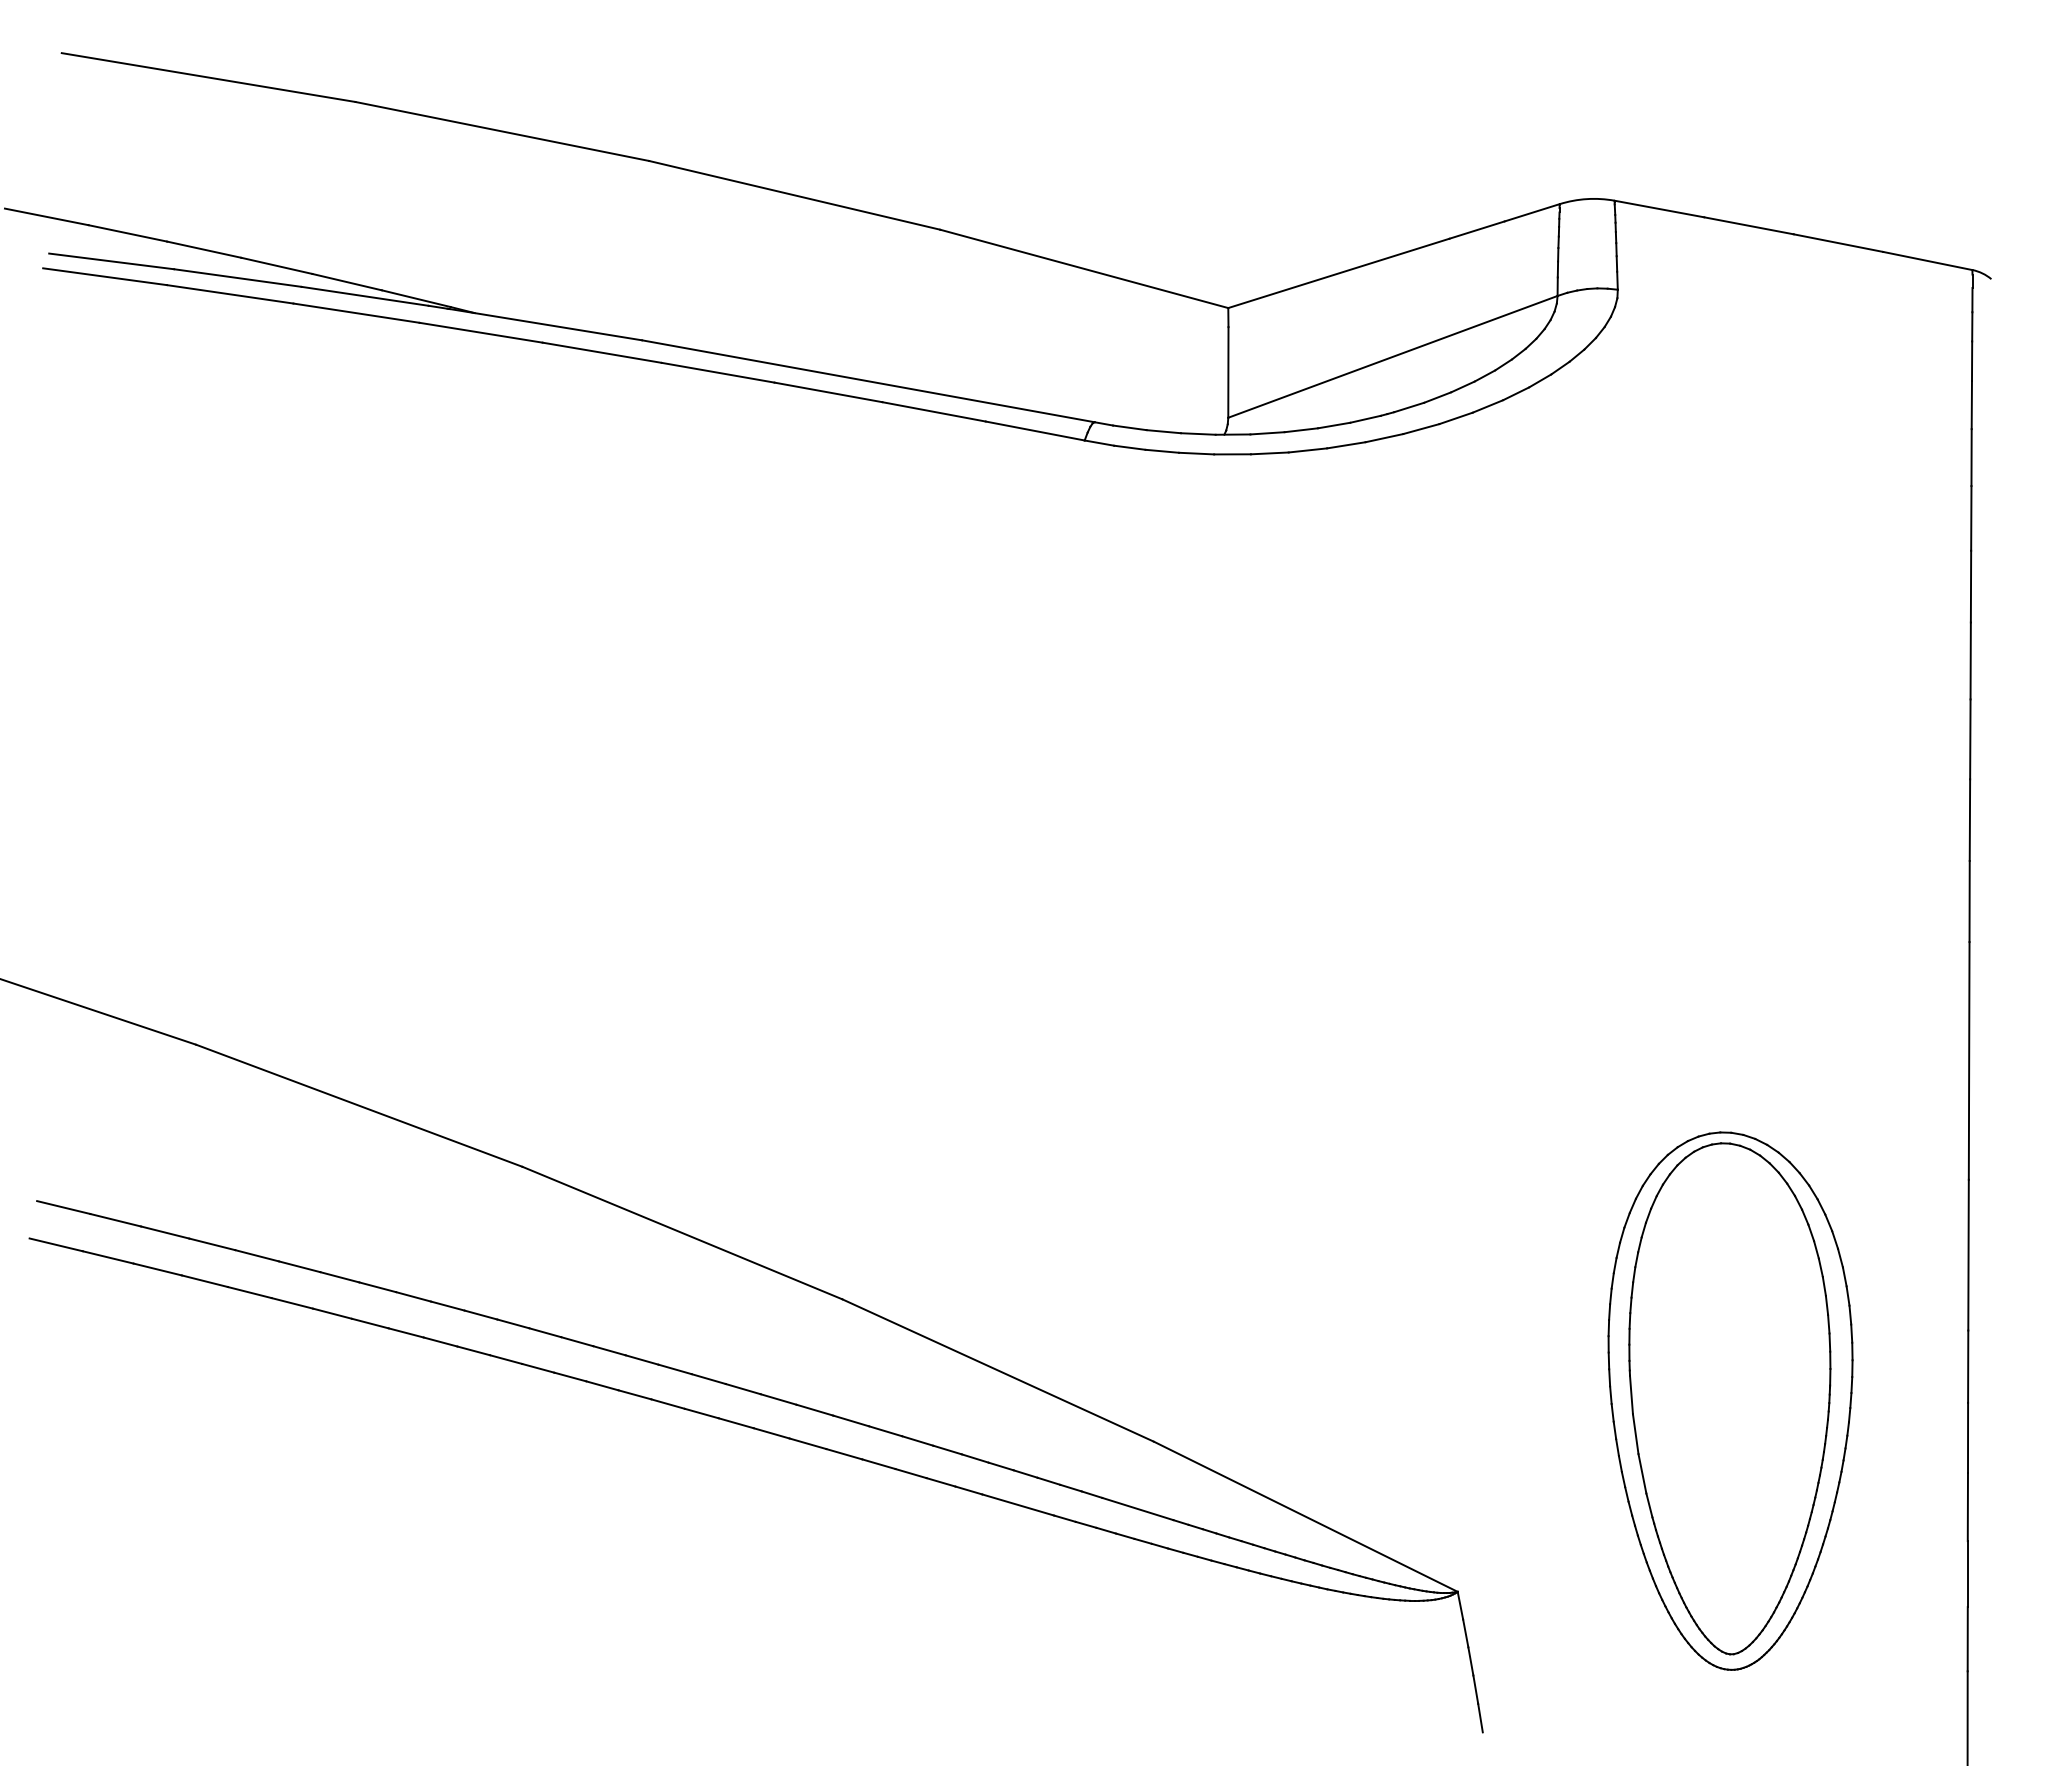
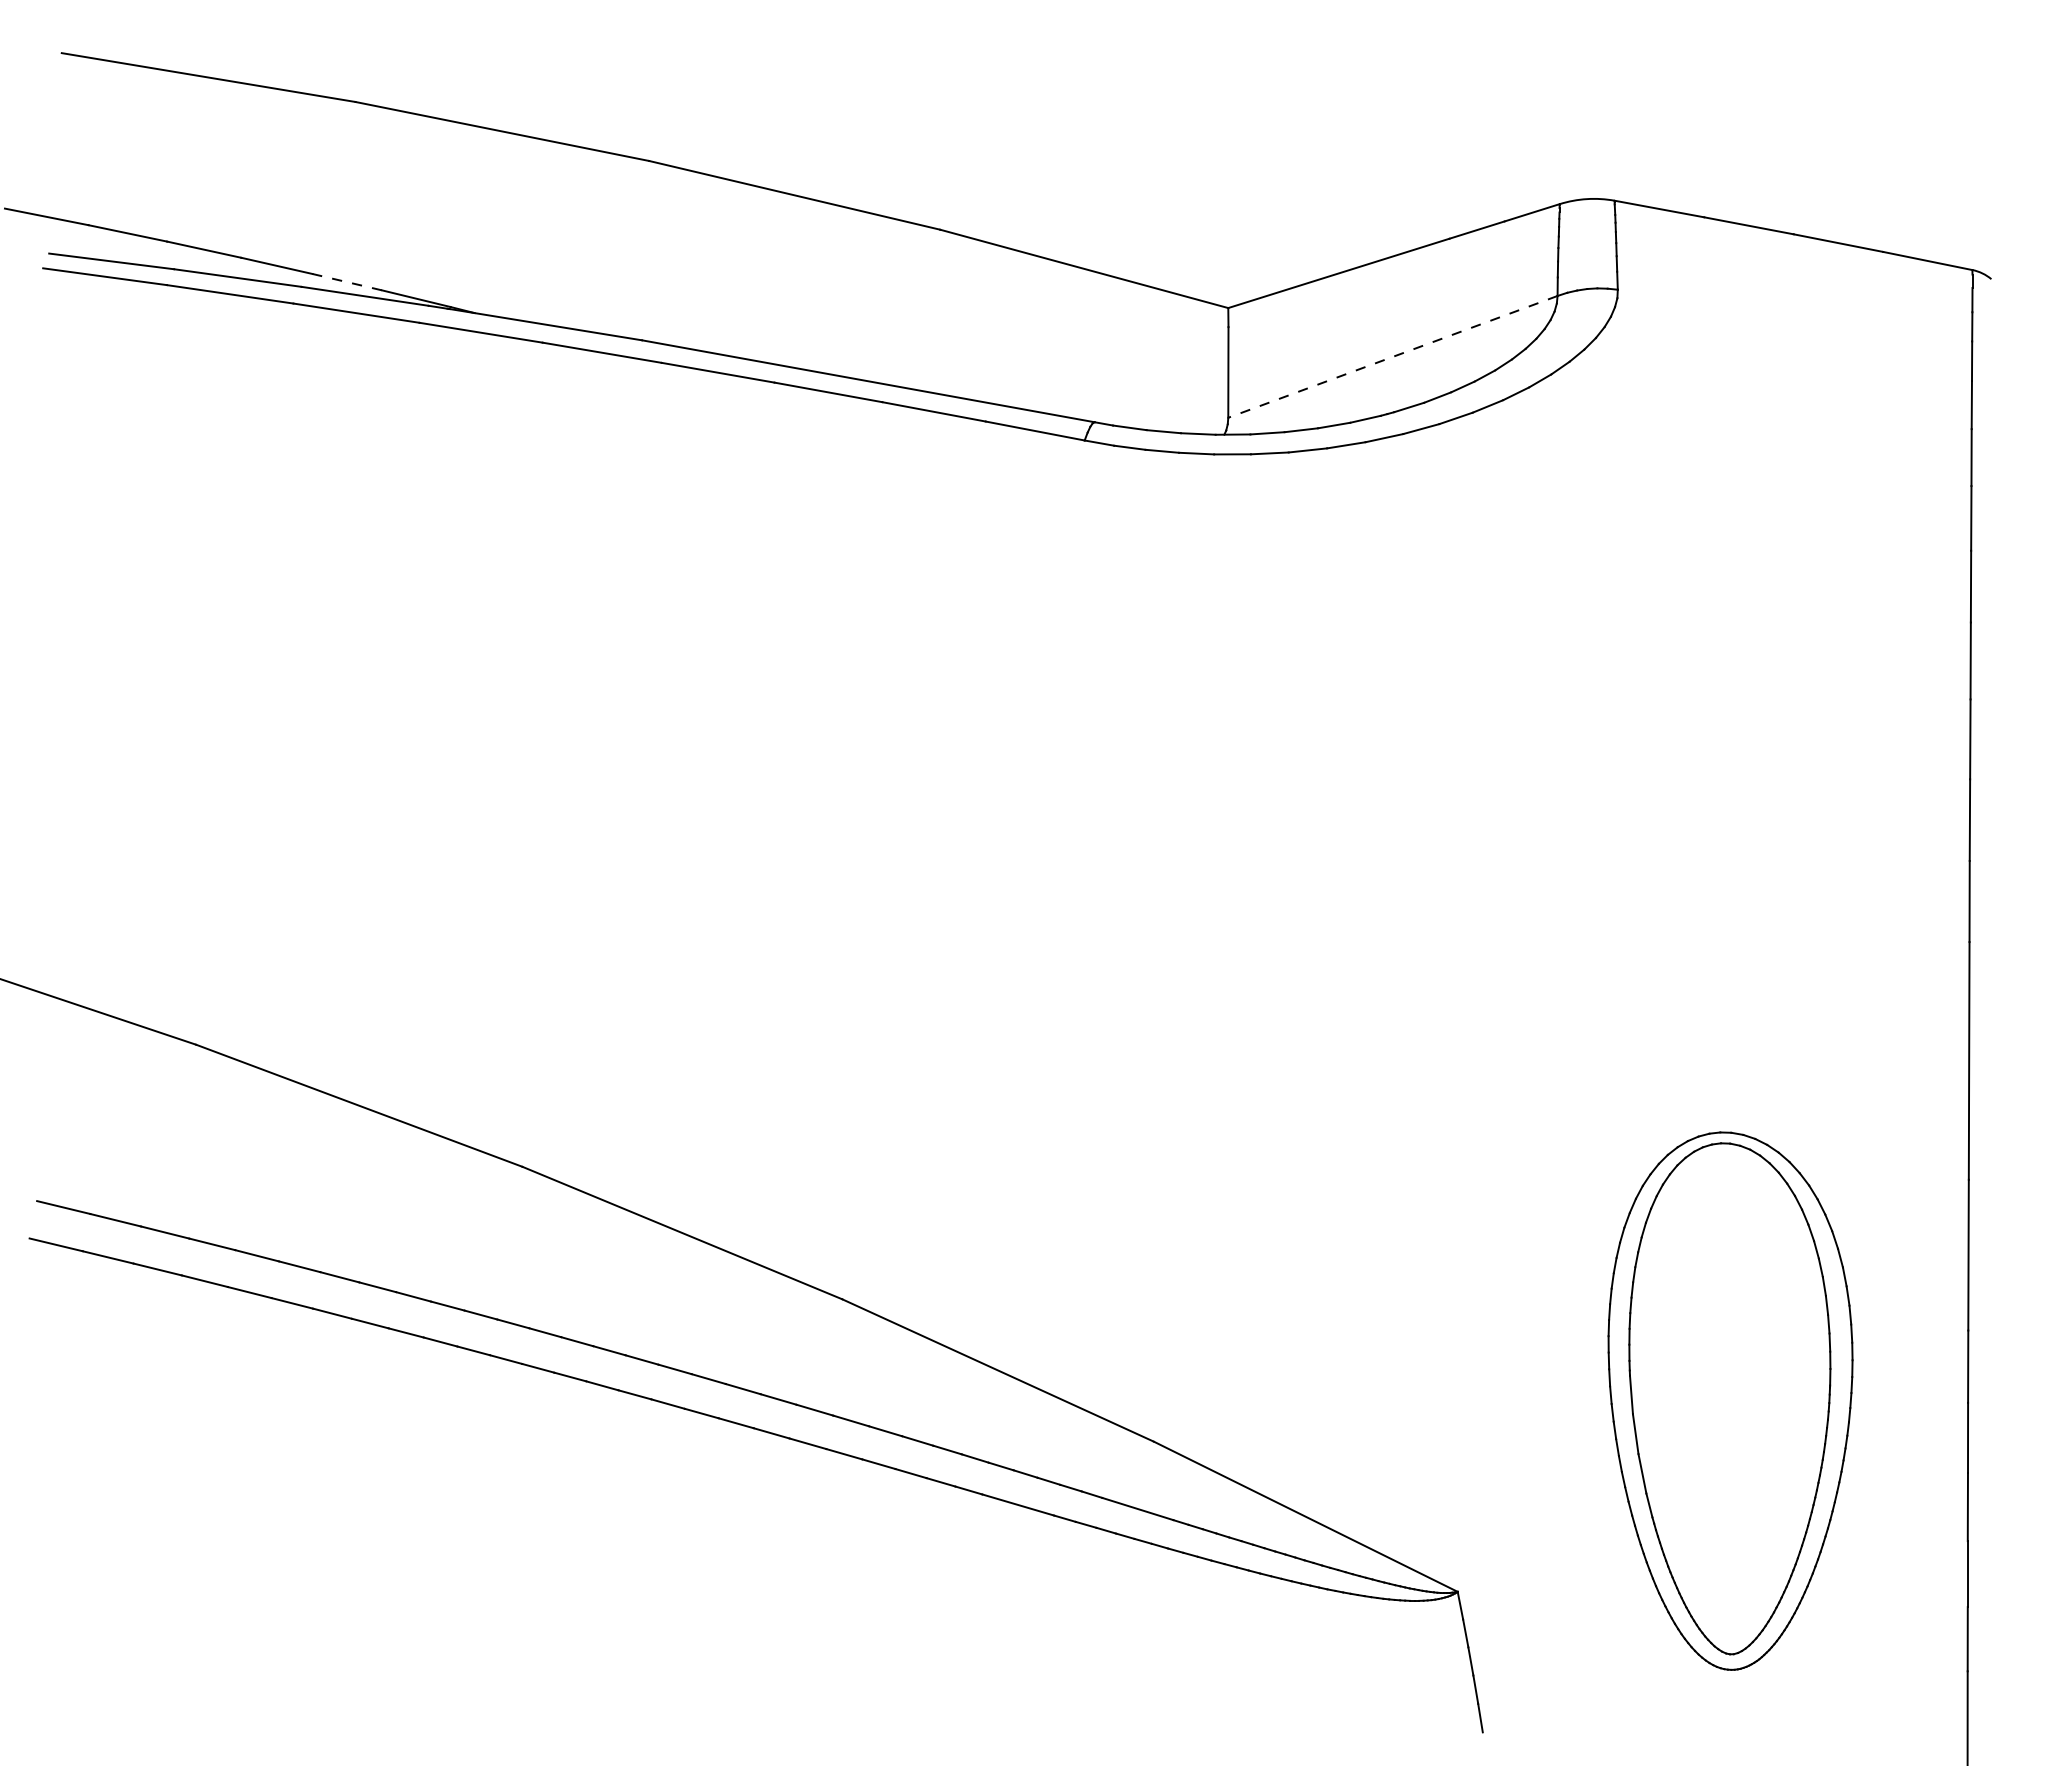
line at (347, 282): solid -> dashed
line at (1392, 356): solid -> dashed
